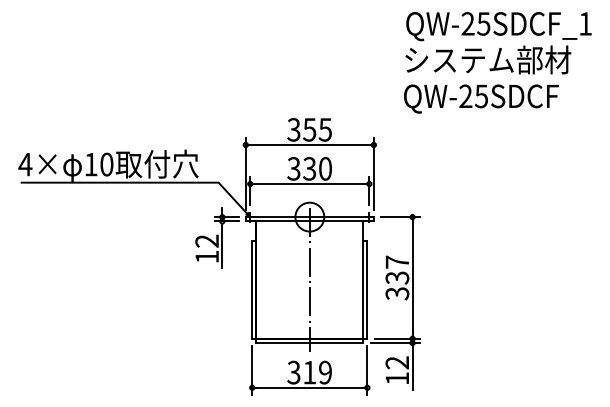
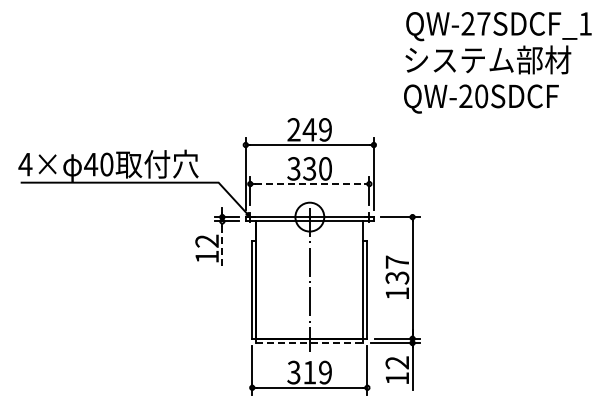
text at (483, 23): QW-25SDCF_1 -> QW-27SDCF_1
text at (481, 96): QW-25SDCF -> QW-20SDCF
text at (309, 129): 355 -> 249
text at (91, 164): 10 -> 40
line at (310, 184): solid -> dashed
line at (222, 247): solid -> dashed
text at (397, 293): 337 -> 137
line at (309, 343): solid -> dashed
